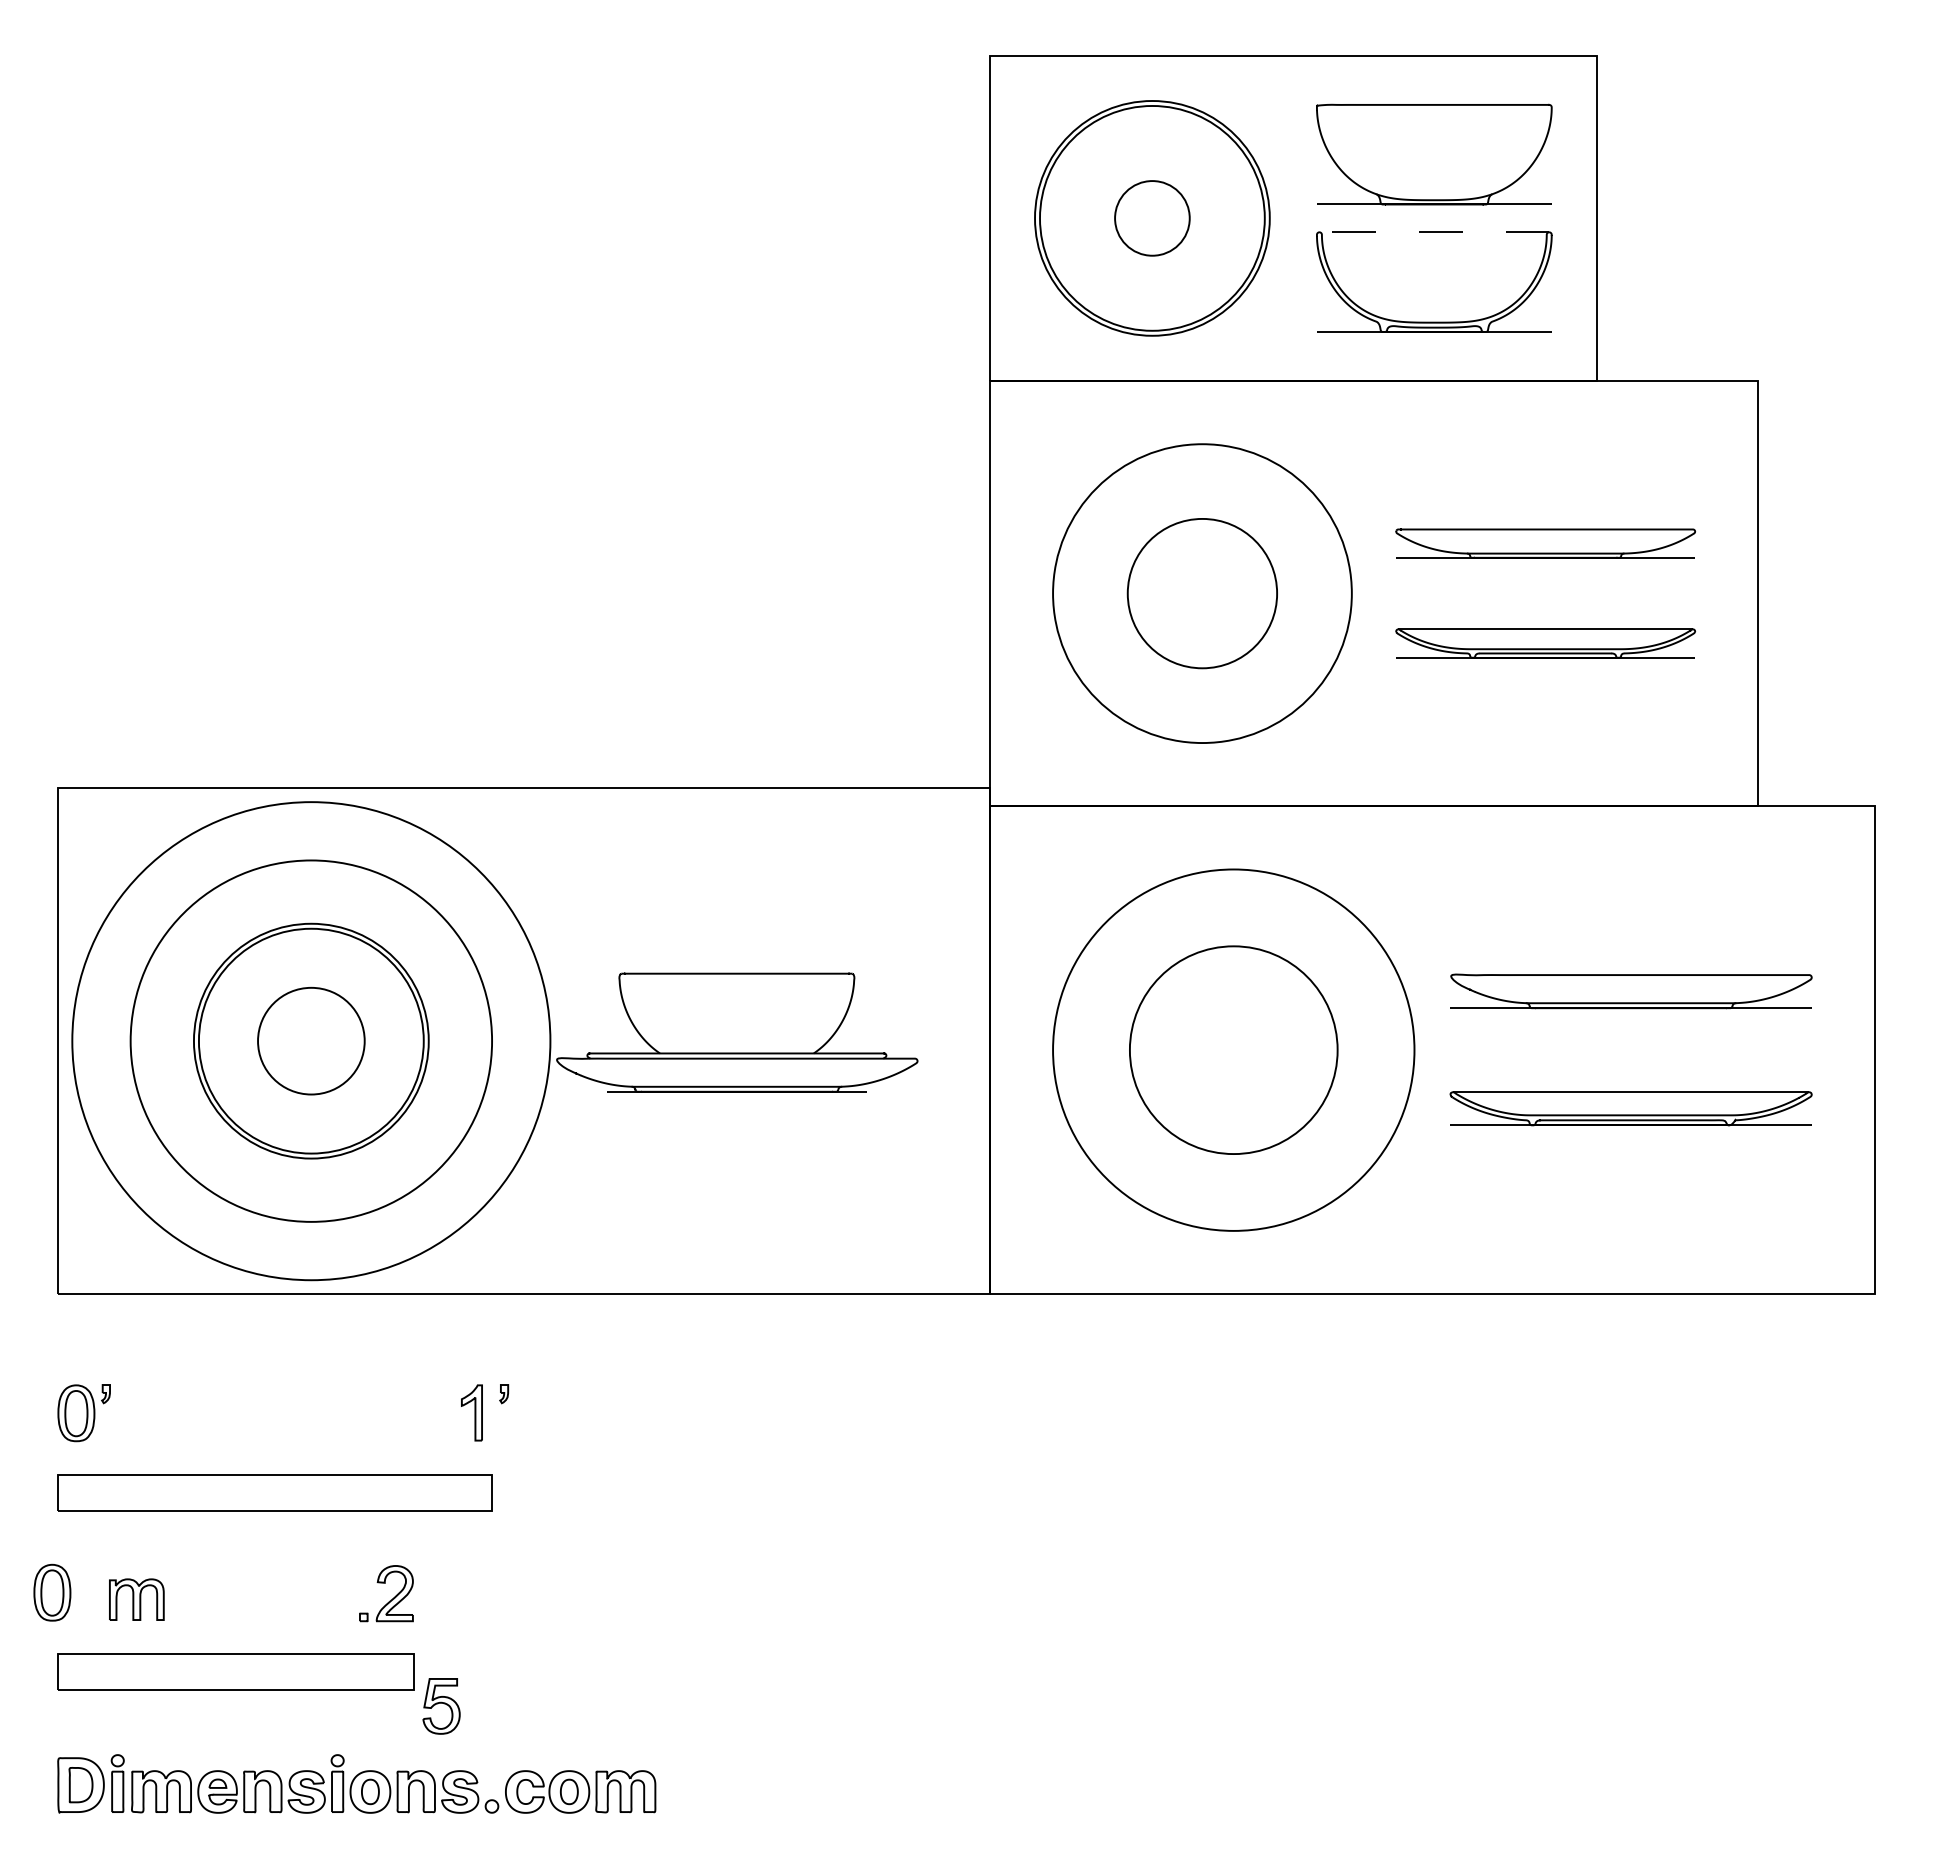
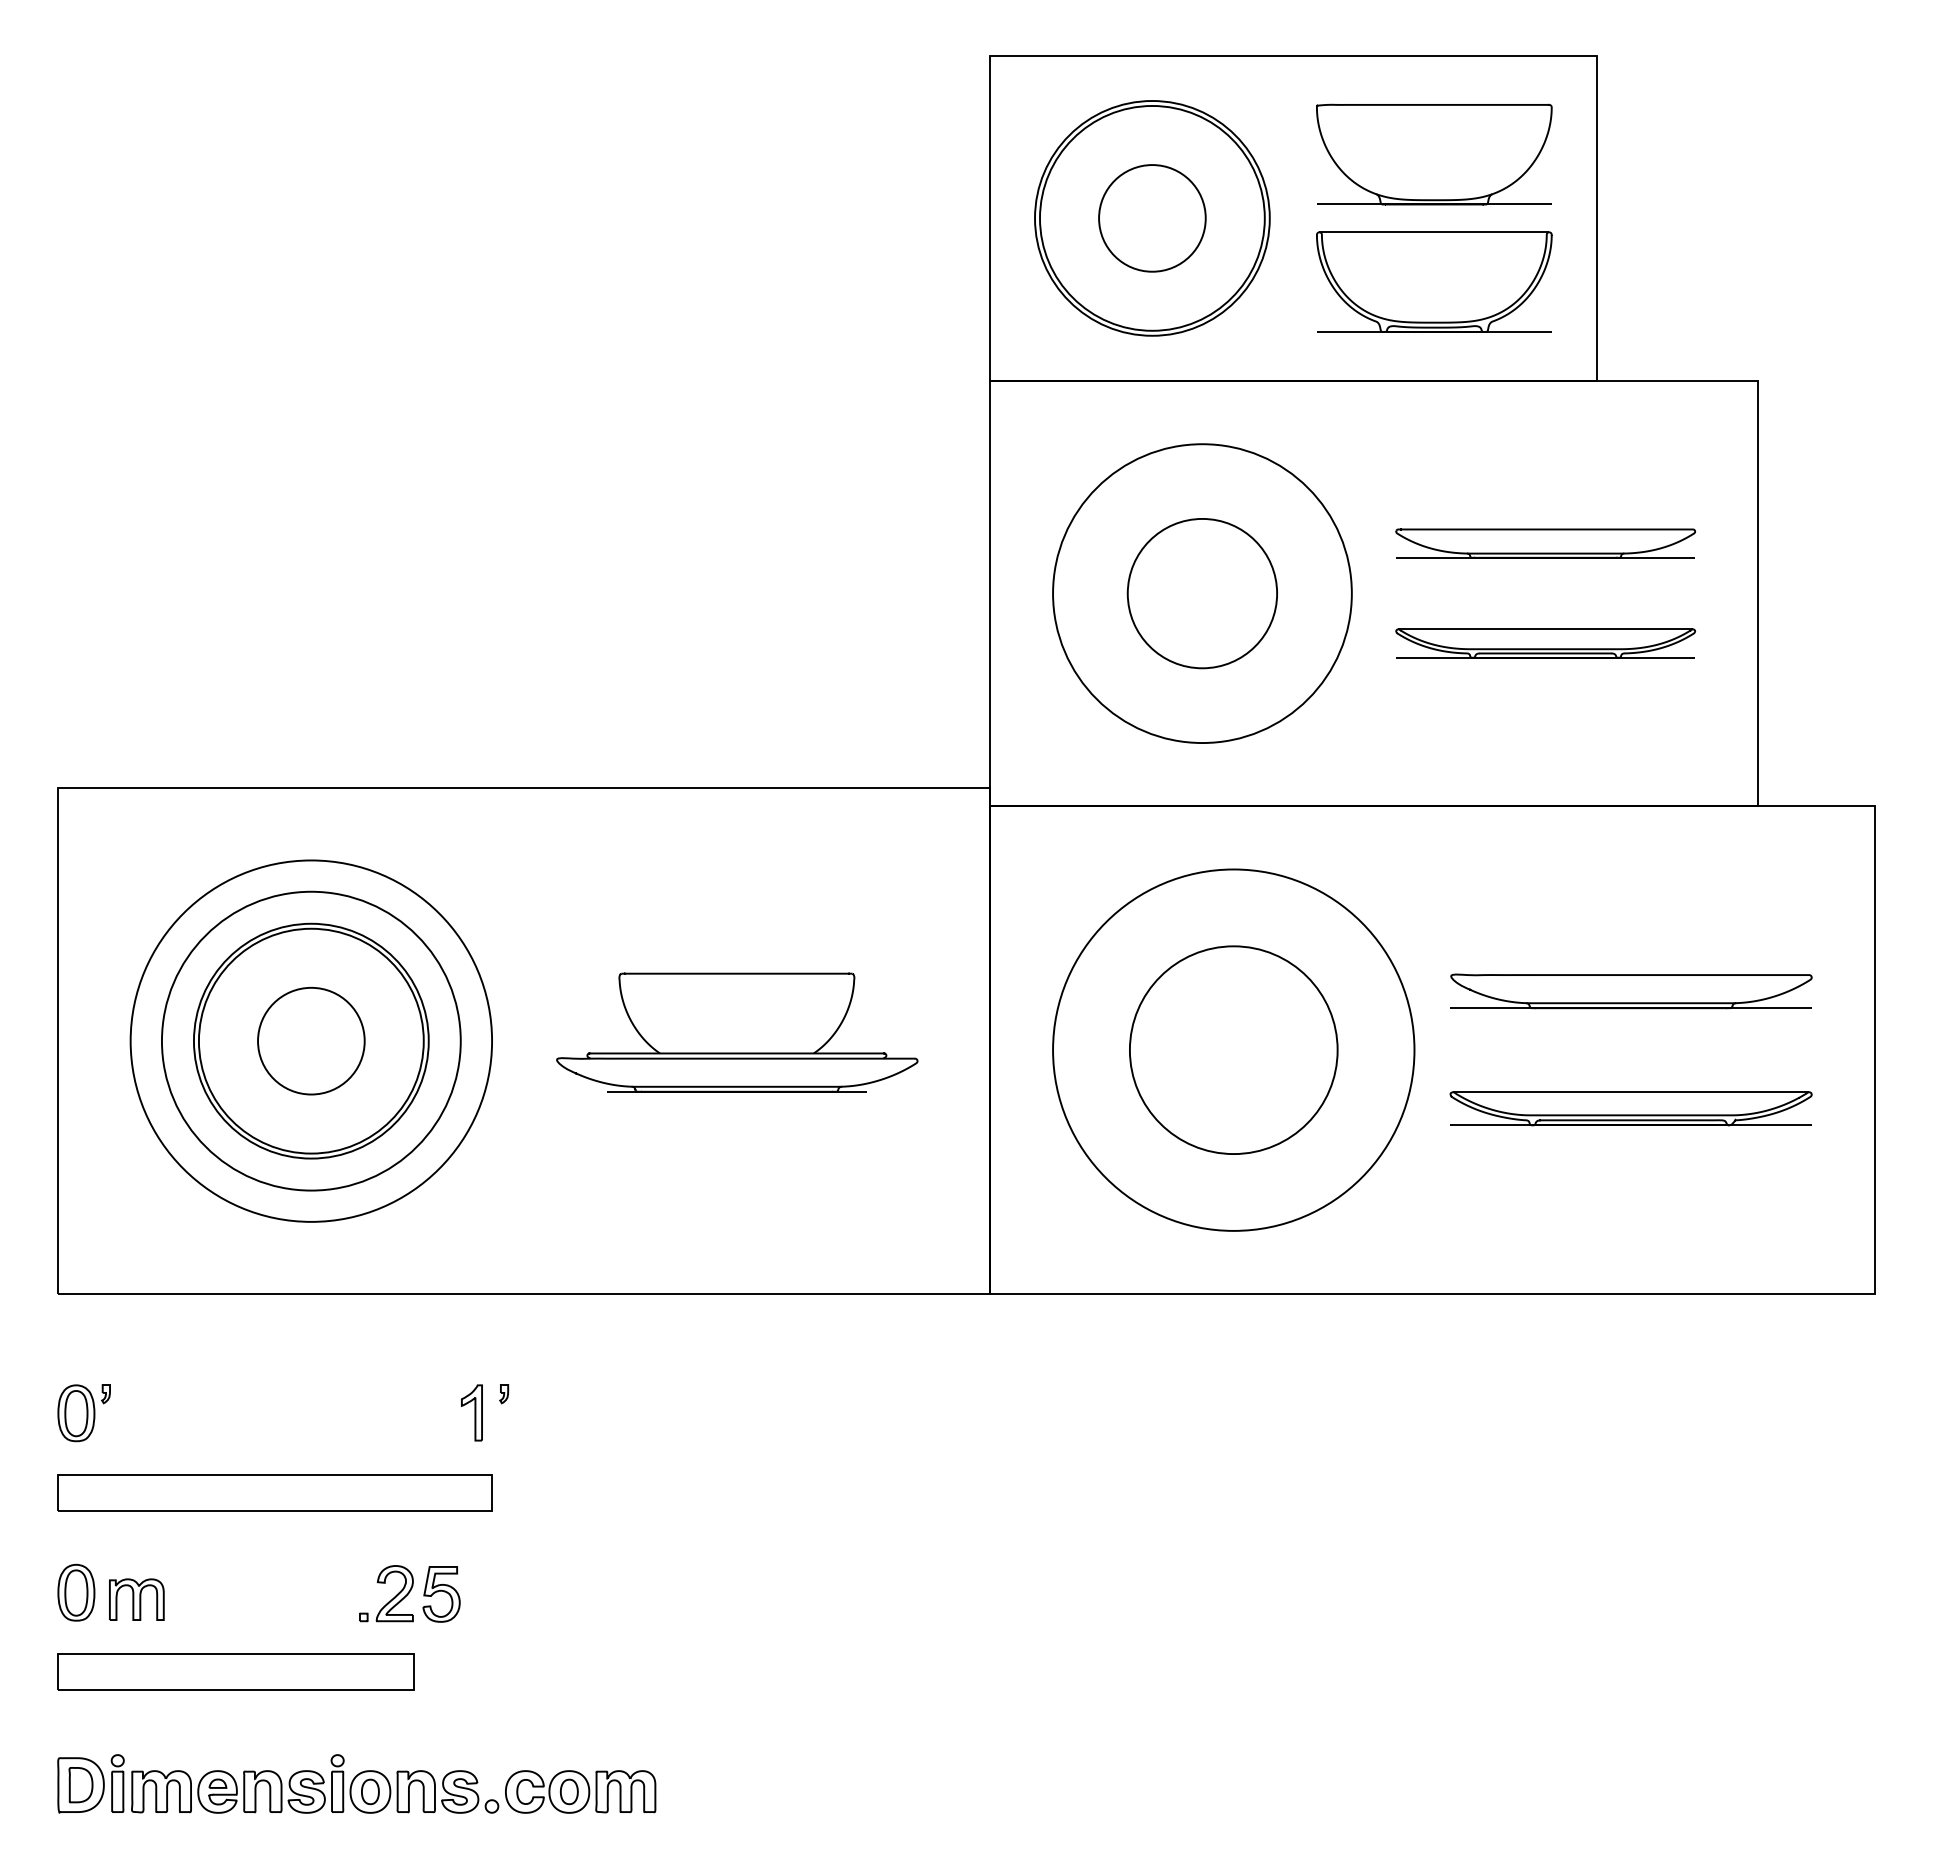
circle at (1152, 218) diameter: 75 px -> 107 px
line at (1434, 232): dashed -> solid
circle at (311, 1041) diameter: 478 px -> 299 px
part at (52, 1592) position: (52, 1592) -> (76, 1592)
part at (441, 1706) position: (441, 1706) -> (441, 1594)
